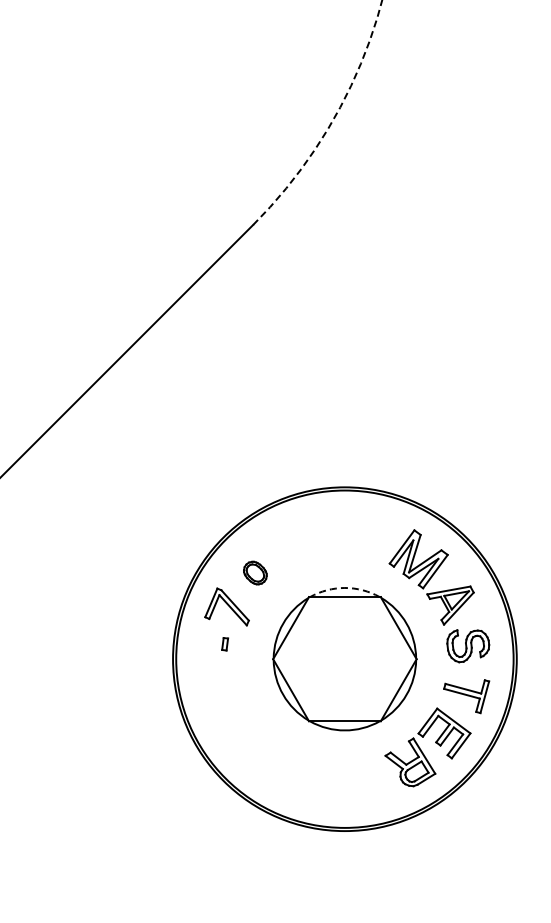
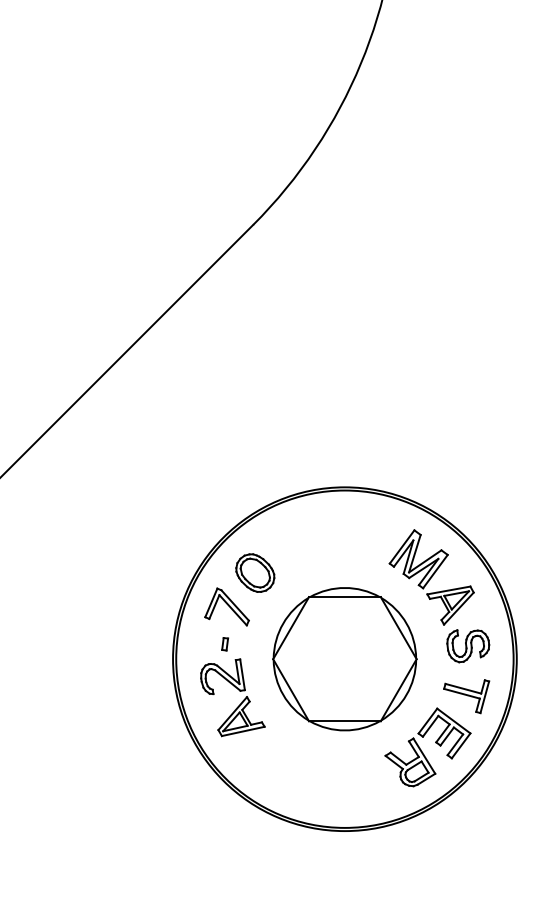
arc at (333, 120): dashed -> solid
part at (255, 572) size: 25x26 px -> 41x40 px
arc at (344, 587): dashed -> solid
part at (238, 690): none -> present
